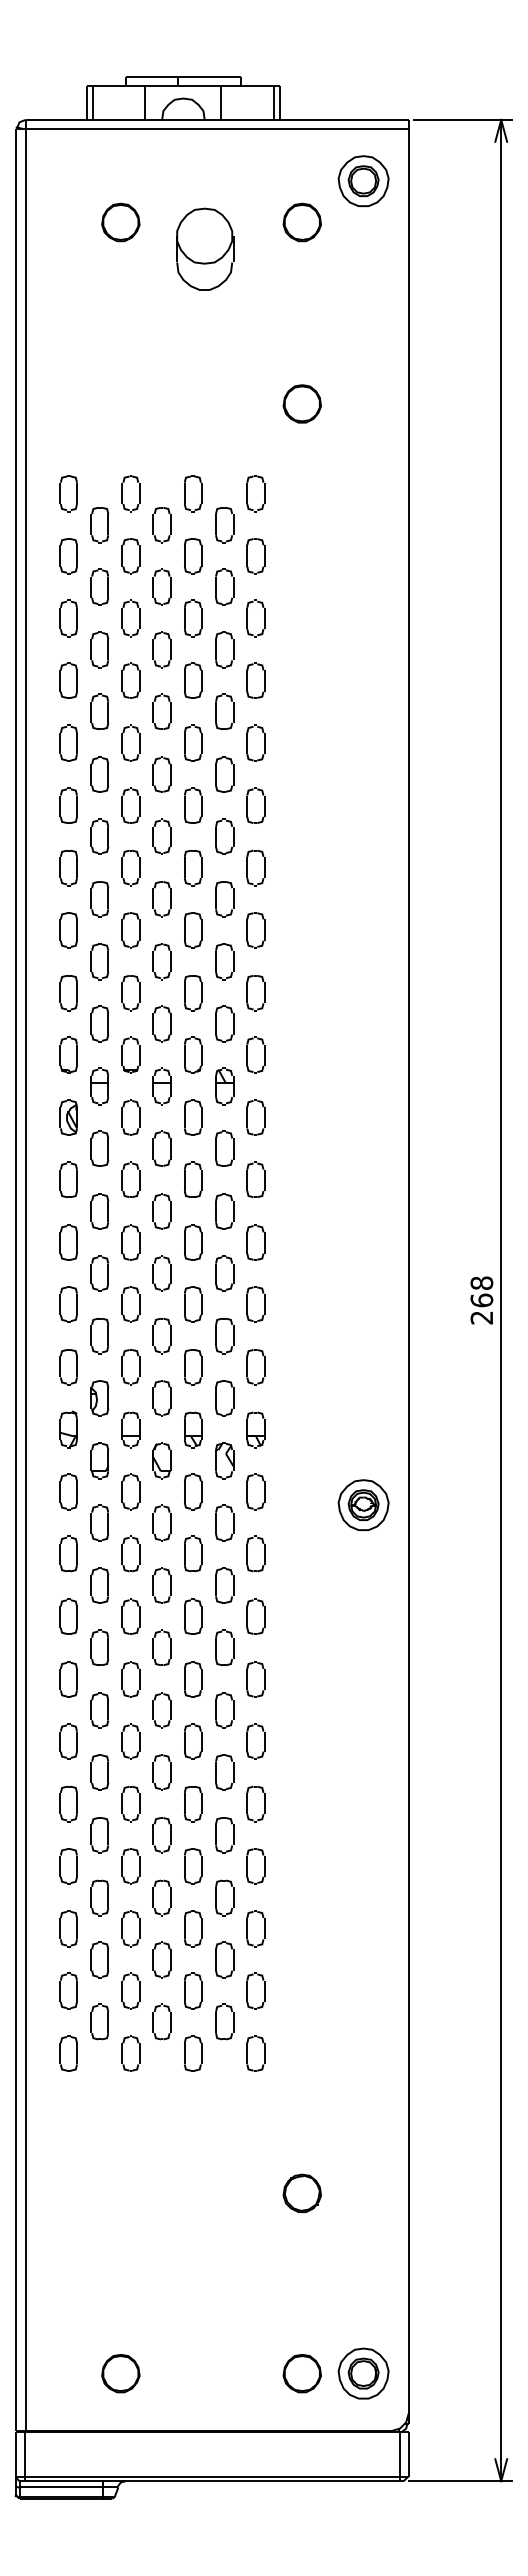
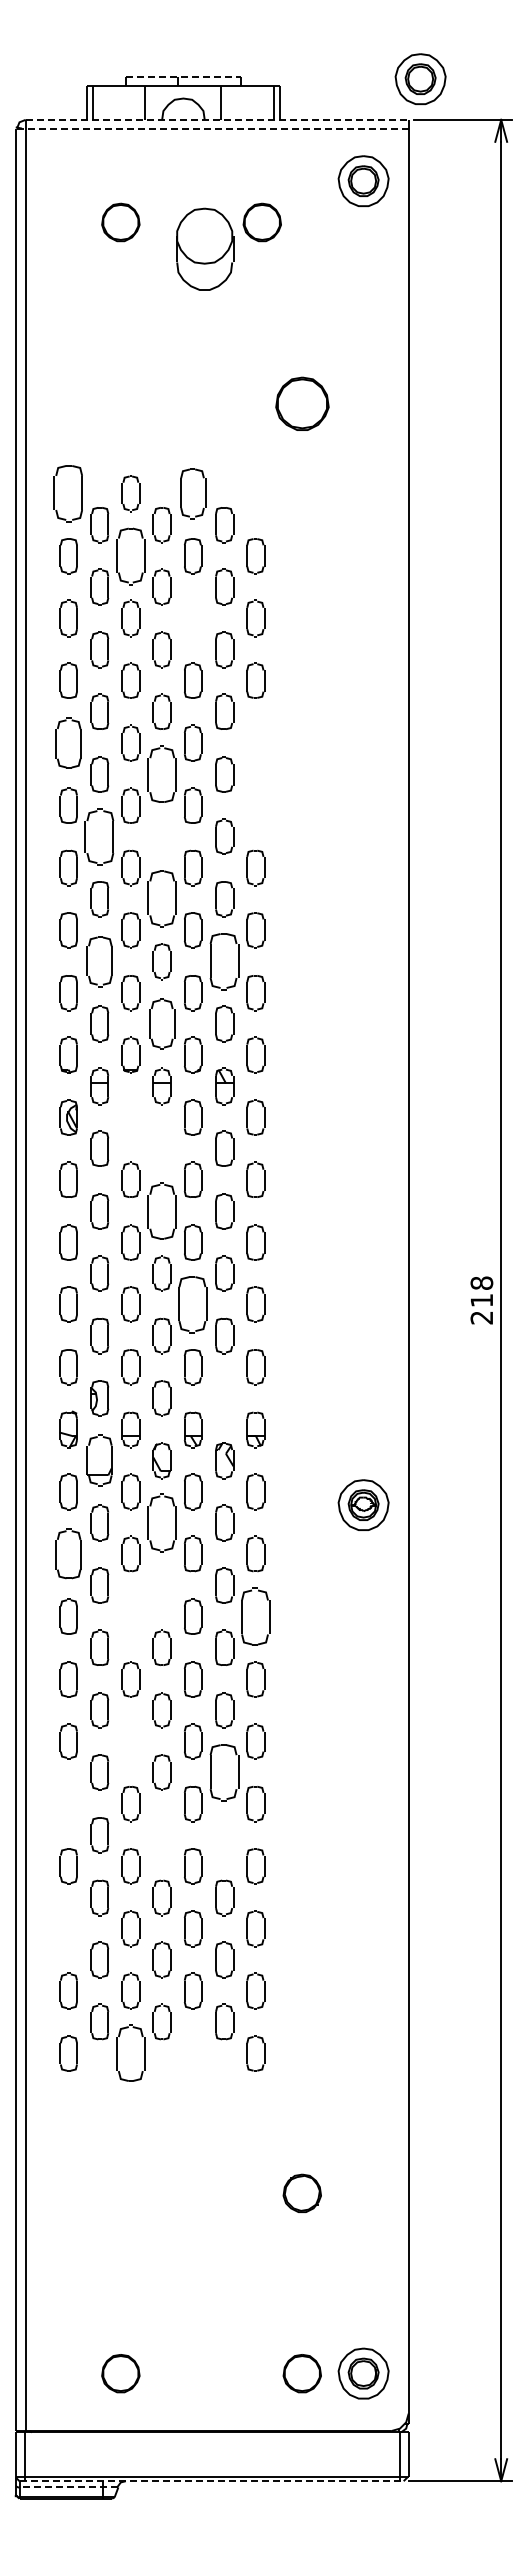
line at (183, 77): solid -> dashed
part at (420, 78): none -> present
line at (217, 119): solid -> dashed
line at (210, 128): solid -> dashed
part at (301, 222) position: (301, 222) -> (261, 222)
part at (301, 403) size: 40x40 px -> 55x55 px
part at (68, 493) size: 19x38 px -> 30x58 px
part at (193, 493) size: 19x38 px -> 27x52 px
part at (255, 493): present -> none
part at (130, 556) size: 20x37 px -> 30x59 px
part at (193, 618): present -> none
part at (68, 742) size: 19x38 px -> 27x52 px
part at (255, 742): present -> none
part at (161, 774) size: 20x37 px -> 30x58 px
part at (255, 805): present -> none
part at (99, 836) size: 20x37 px -> 31x58 px
part at (161, 836): present -> none
part at (161, 899) size: 20x37 px -> 30x58 px
part at (99, 961) size: 20x38 px -> 27x52 px
part at (224, 961) size: 20x38 px -> 31x58 px
part at (161, 1023) size: 20x38 px -> 27x52 px
part at (130, 1117): present -> none
part at (161, 1148): present -> none
part at (161, 1211) size: 20x37 px -> 30x58 px
text at (481, 1300): 268 -> 218
part at (193, 1304) size: 19x37 px -> 30x58 px
part at (224, 1398): present -> none
part at (99, 1460) size: 20x38 px -> 27x53 px
part at (161, 1522) size: 20x38 px -> 30x60 px
part at (68, 1553) size: 19x38 px -> 27x52 px
part at (161, 1585): present -> none
part at (130, 1616): present -> none
part at (255, 1616) size: 20x37 px -> 30x59 px
part at (130, 1741): present -> none
part at (224, 1772) size: 20x37 px -> 31x58 px
part at (68, 1803): present -> none
part at (161, 1835): present -> none
part at (224, 1835): present -> none
part at (68, 1928): present -> none
part at (130, 2053) size: 20x37 px -> 30x58 px
part at (193, 2053): present -> none
line at (212, 2481): solid -> dashed
line at (68, 2487): solid -> dashed
